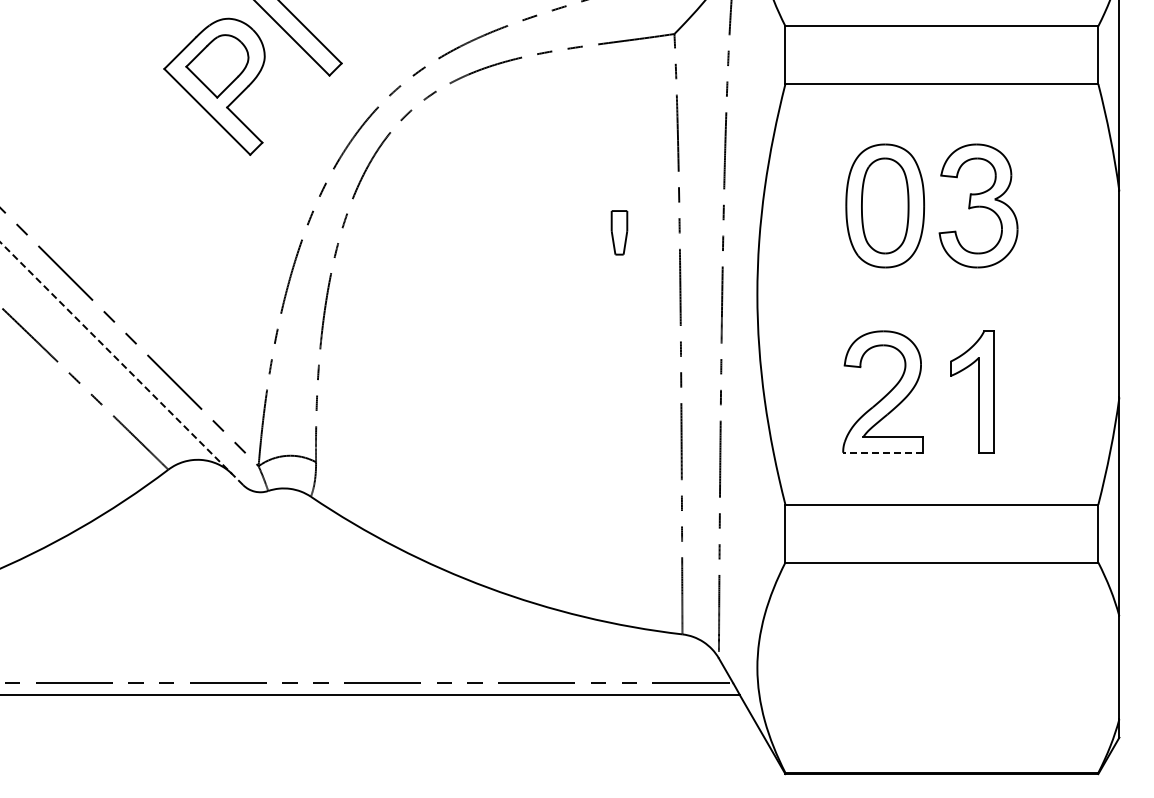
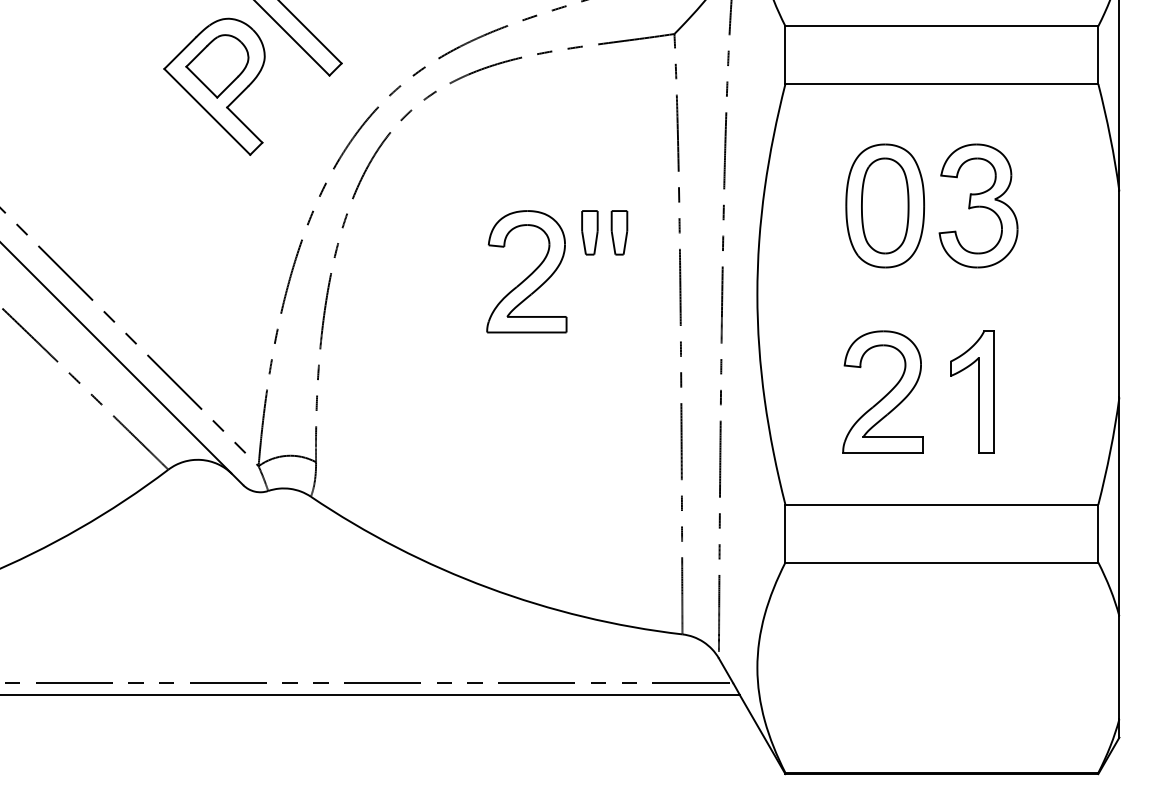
part at (589, 232): none -> present
part at (526, 271): none -> present
line at (121, 363): dashed -> solid
line at (882, 452): dashed -> solid
